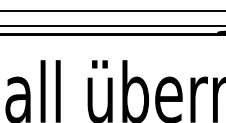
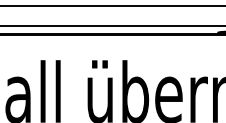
line at (112, 10) position: (112, 10) -> (112, 5)
